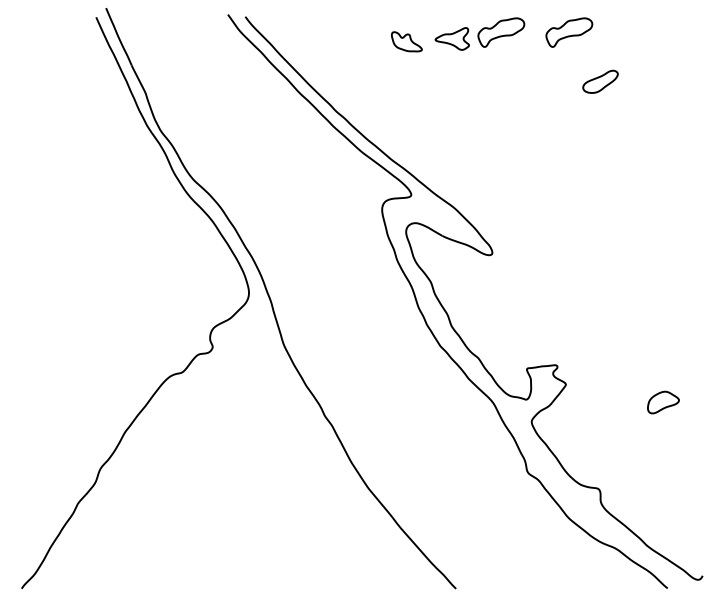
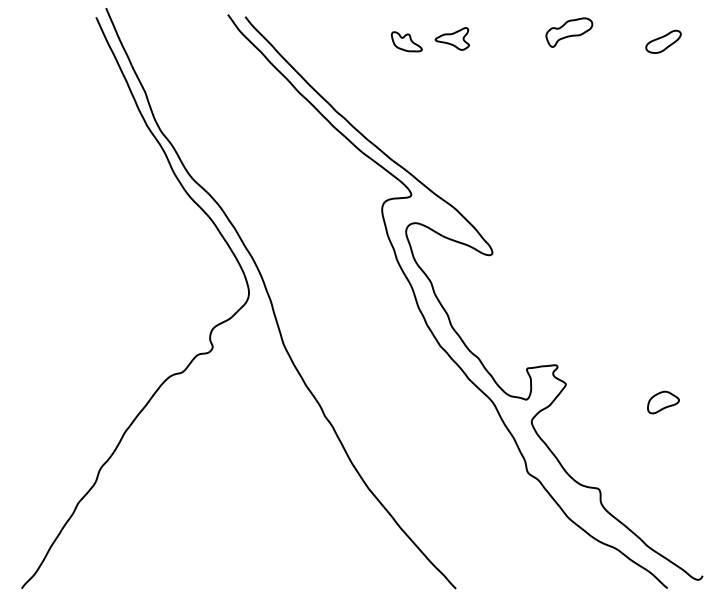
part at (501, 32): present -> none
part at (600, 81) position: (600, 81) -> (663, 41)
